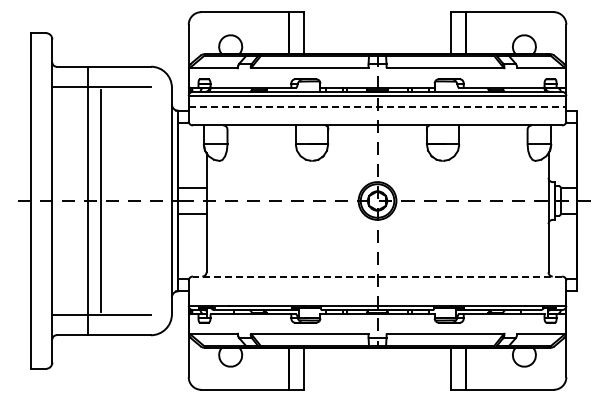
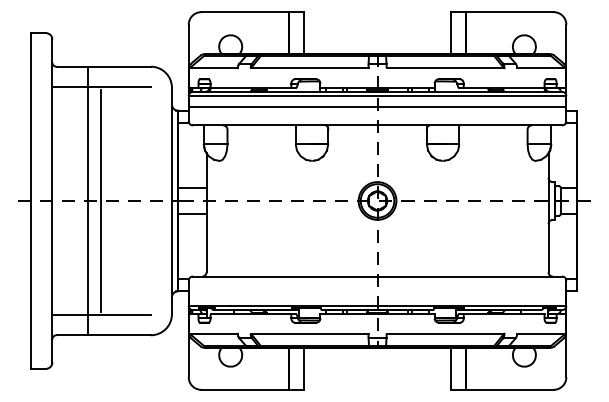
line at (377, 106): dashed -> solid
line at (377, 276): dashed -> solid
